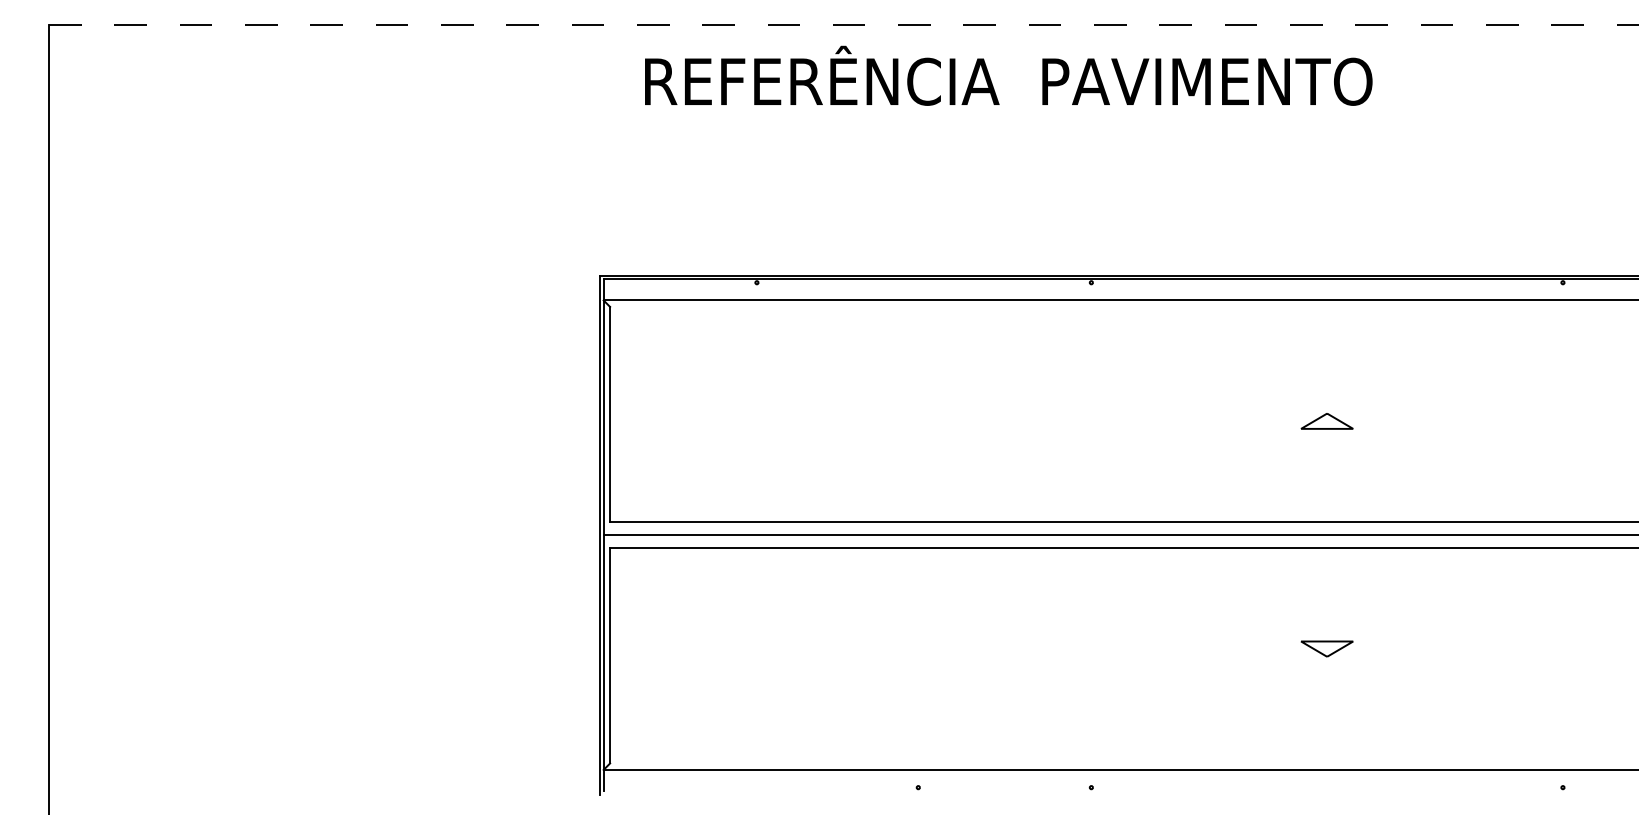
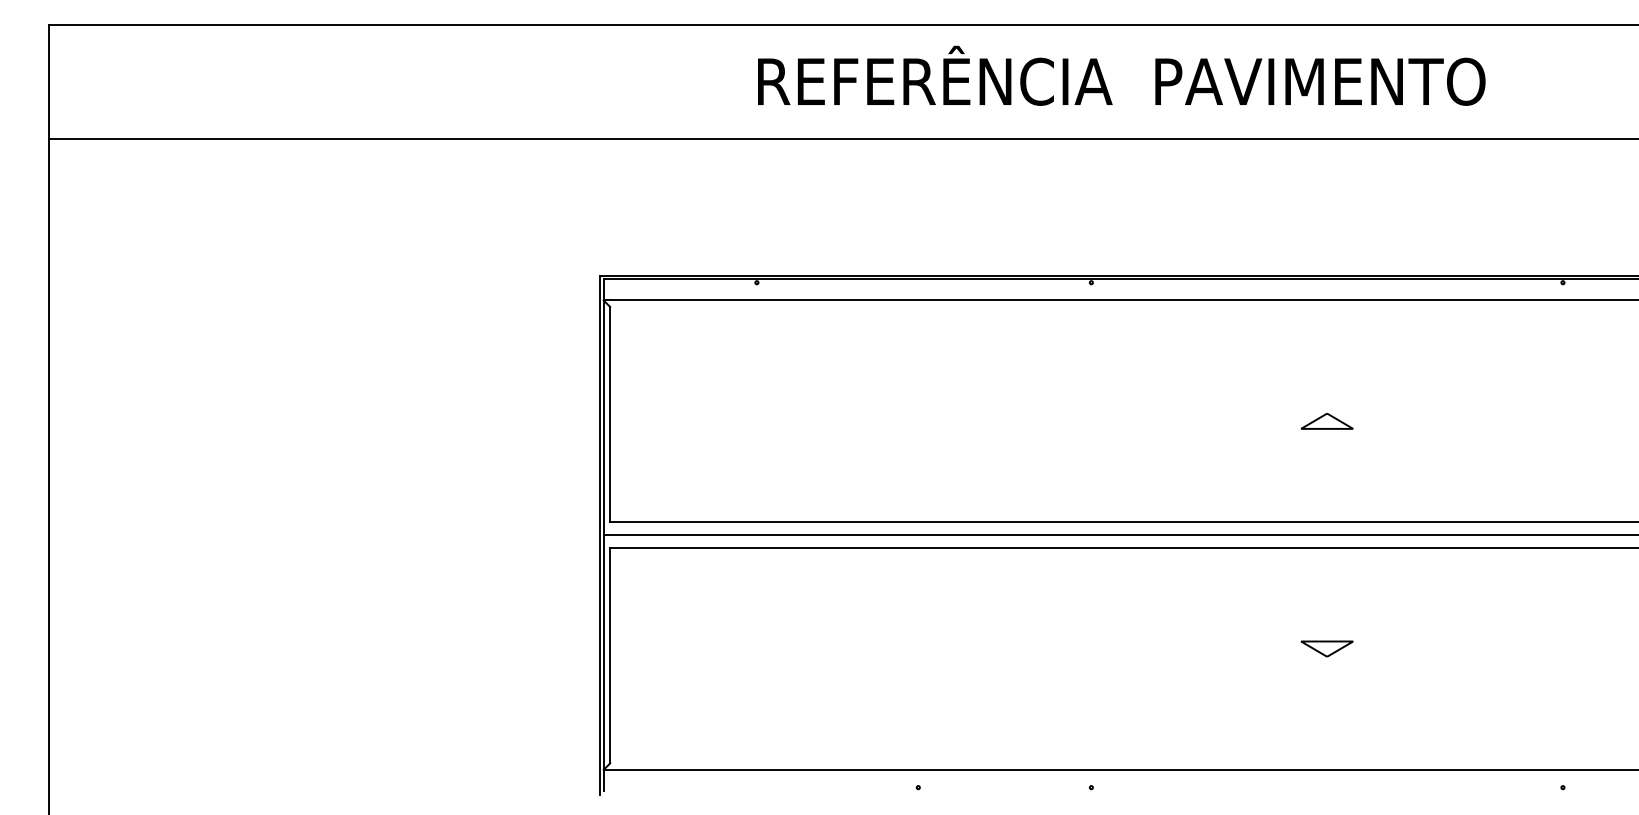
line at (844, 24): dashed -> solid
text at (1008, 75) position: (1008, 75) -> (1121, 75)
line at (842, 138): none -> present
